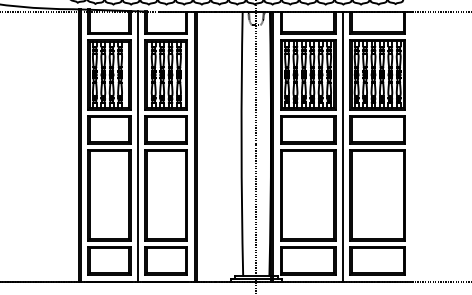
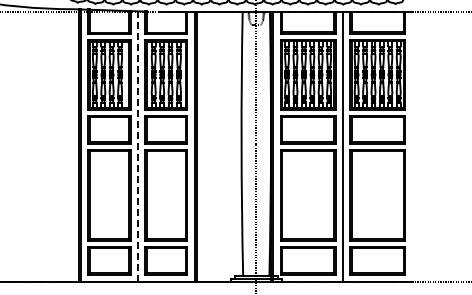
line at (137, 146): solid -> dashed
